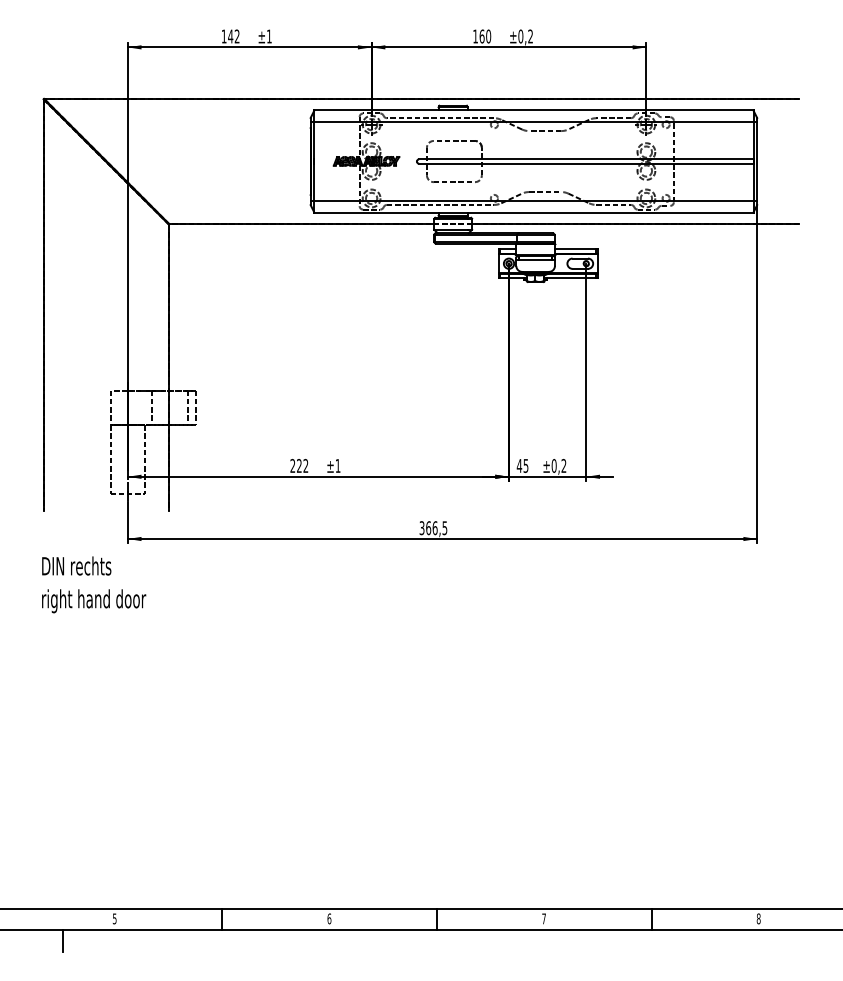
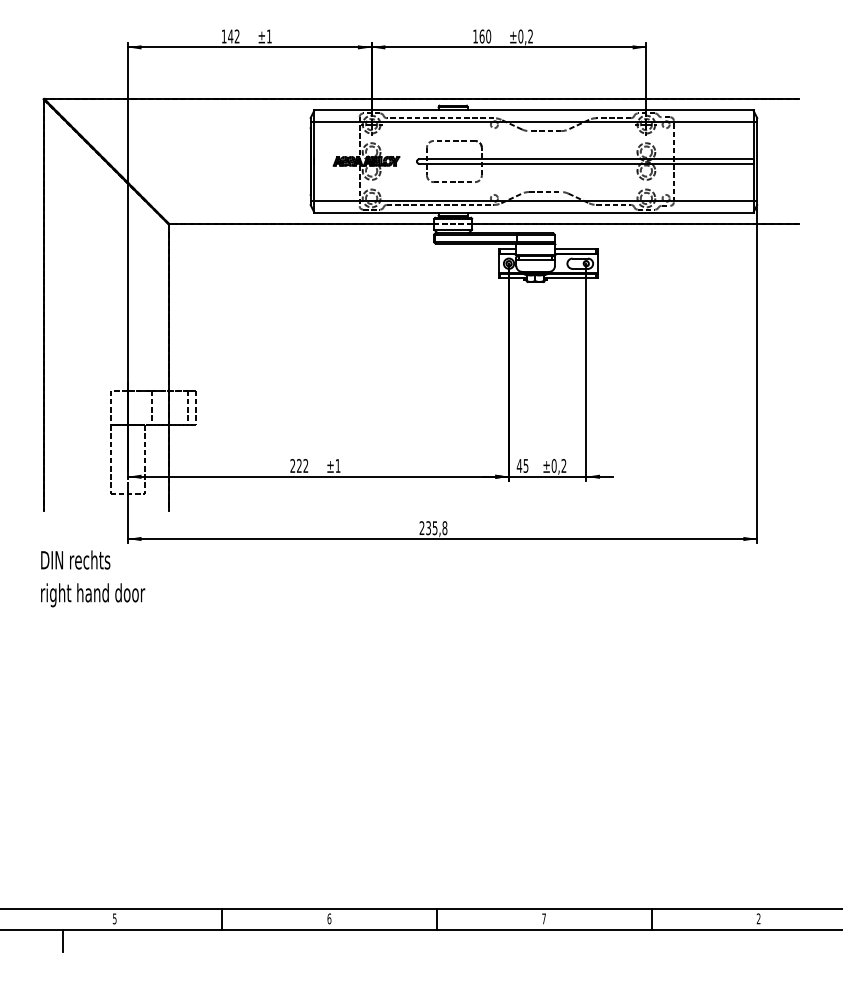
text at (433, 528): 366,5 -> 235,8
text at (94, 584) position: (94, 584) -> (93, 578)
text at (758, 918): 8 -> 2
